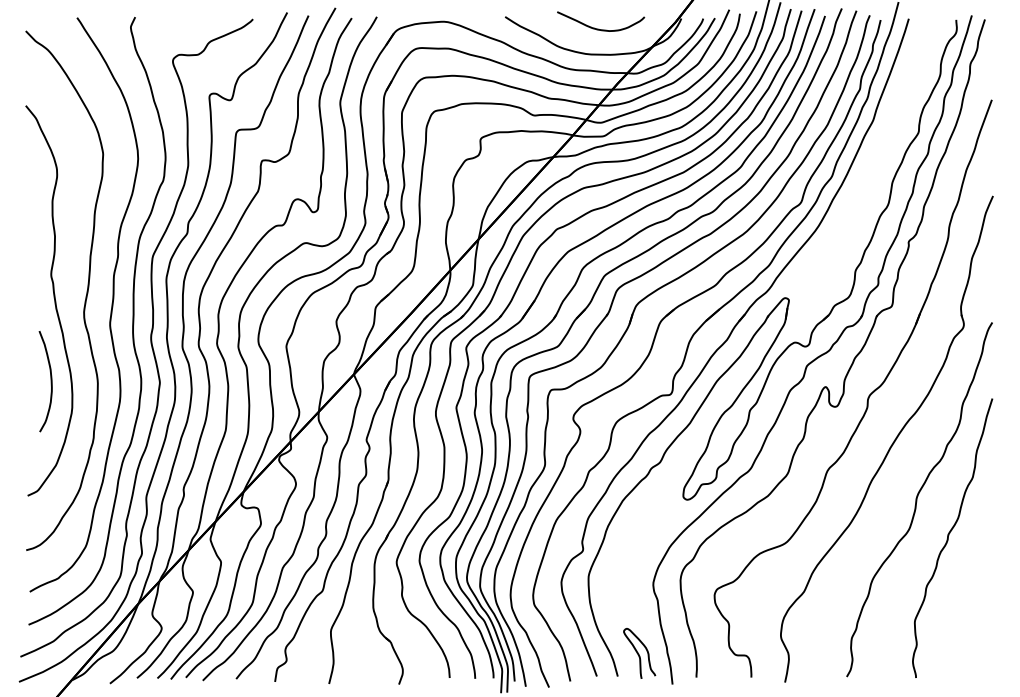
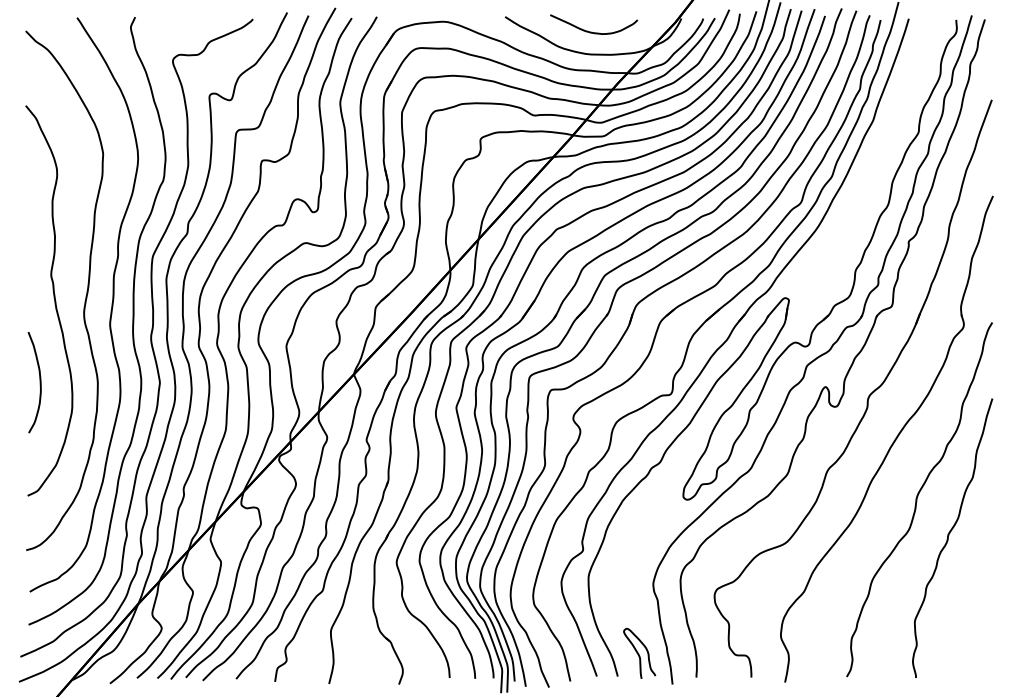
curve at (598, 28) position: (598, 28) -> (591, 31)
curve at (50, 381) position: (50, 381) -> (39, 382)
